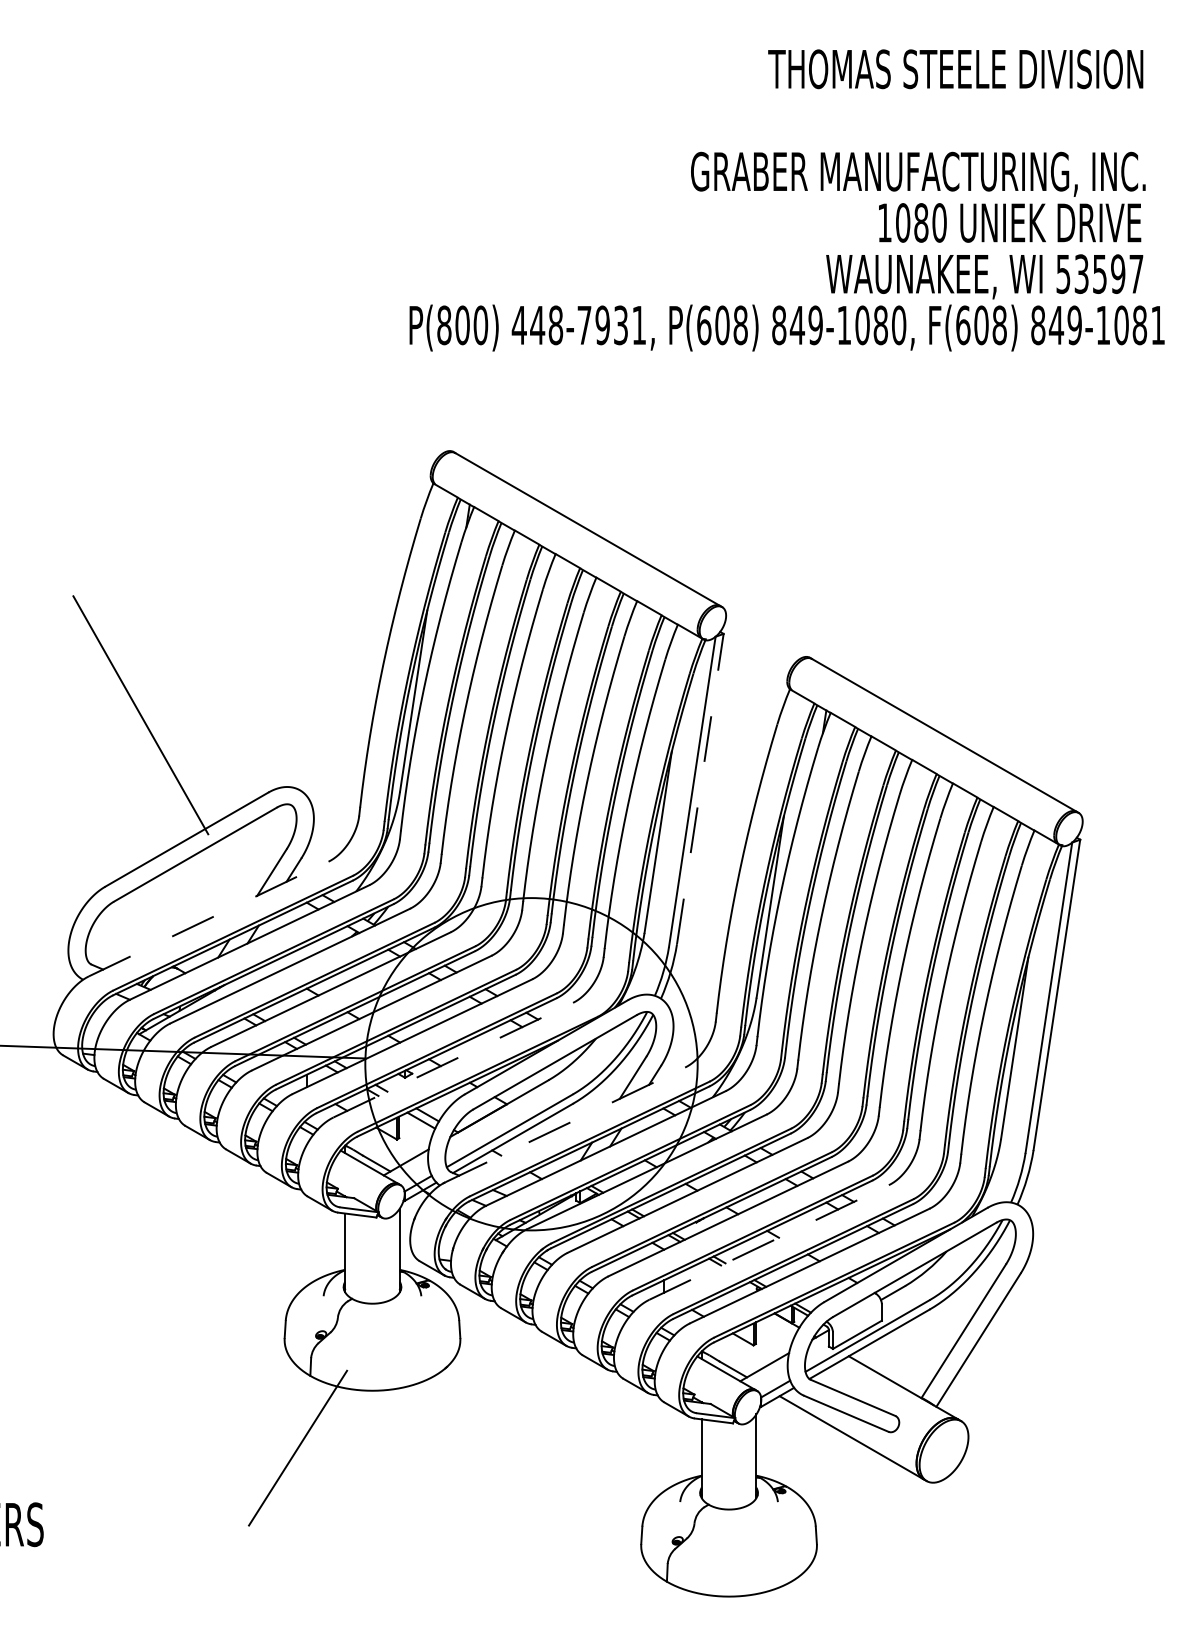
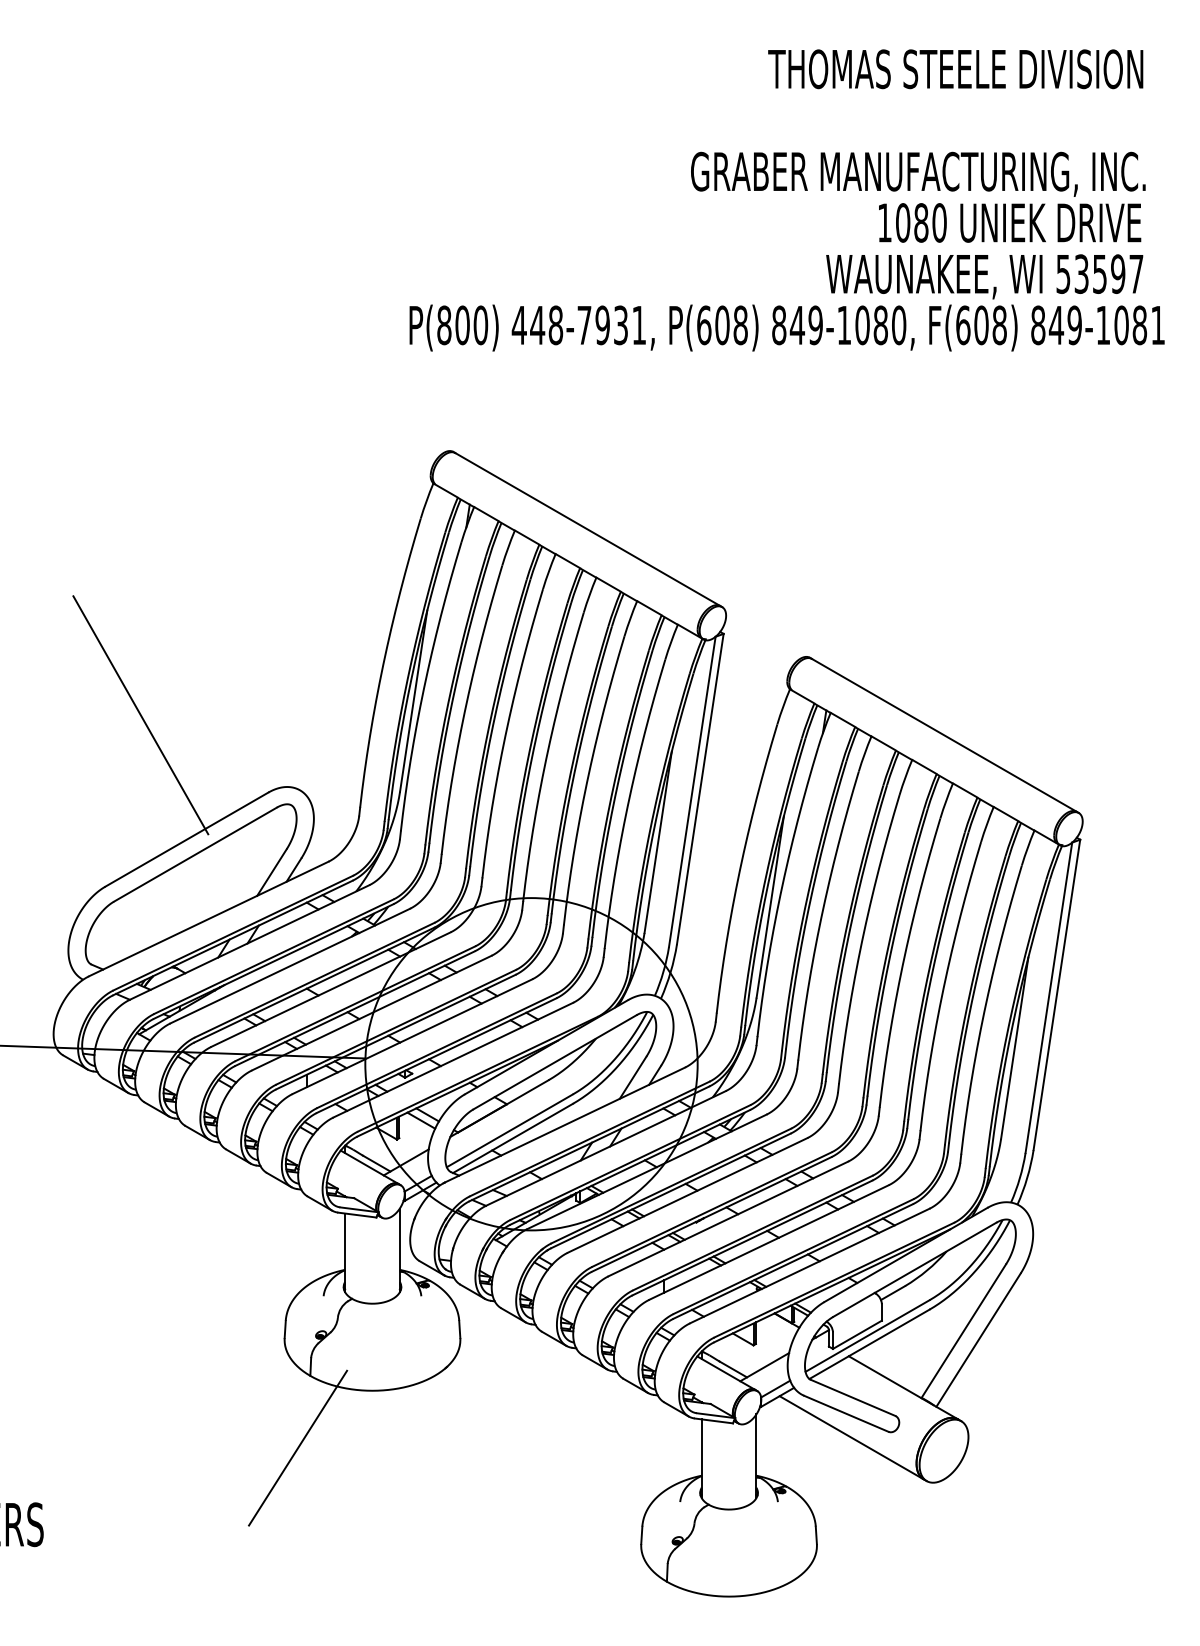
line at (700, 789): dashed -> solid
line at (208, 919): dashed -> solid
line at (453, 1060): dashed -> solid
line at (565, 1124): dashed -> solid
line at (769, 1242): dashed -> solid
